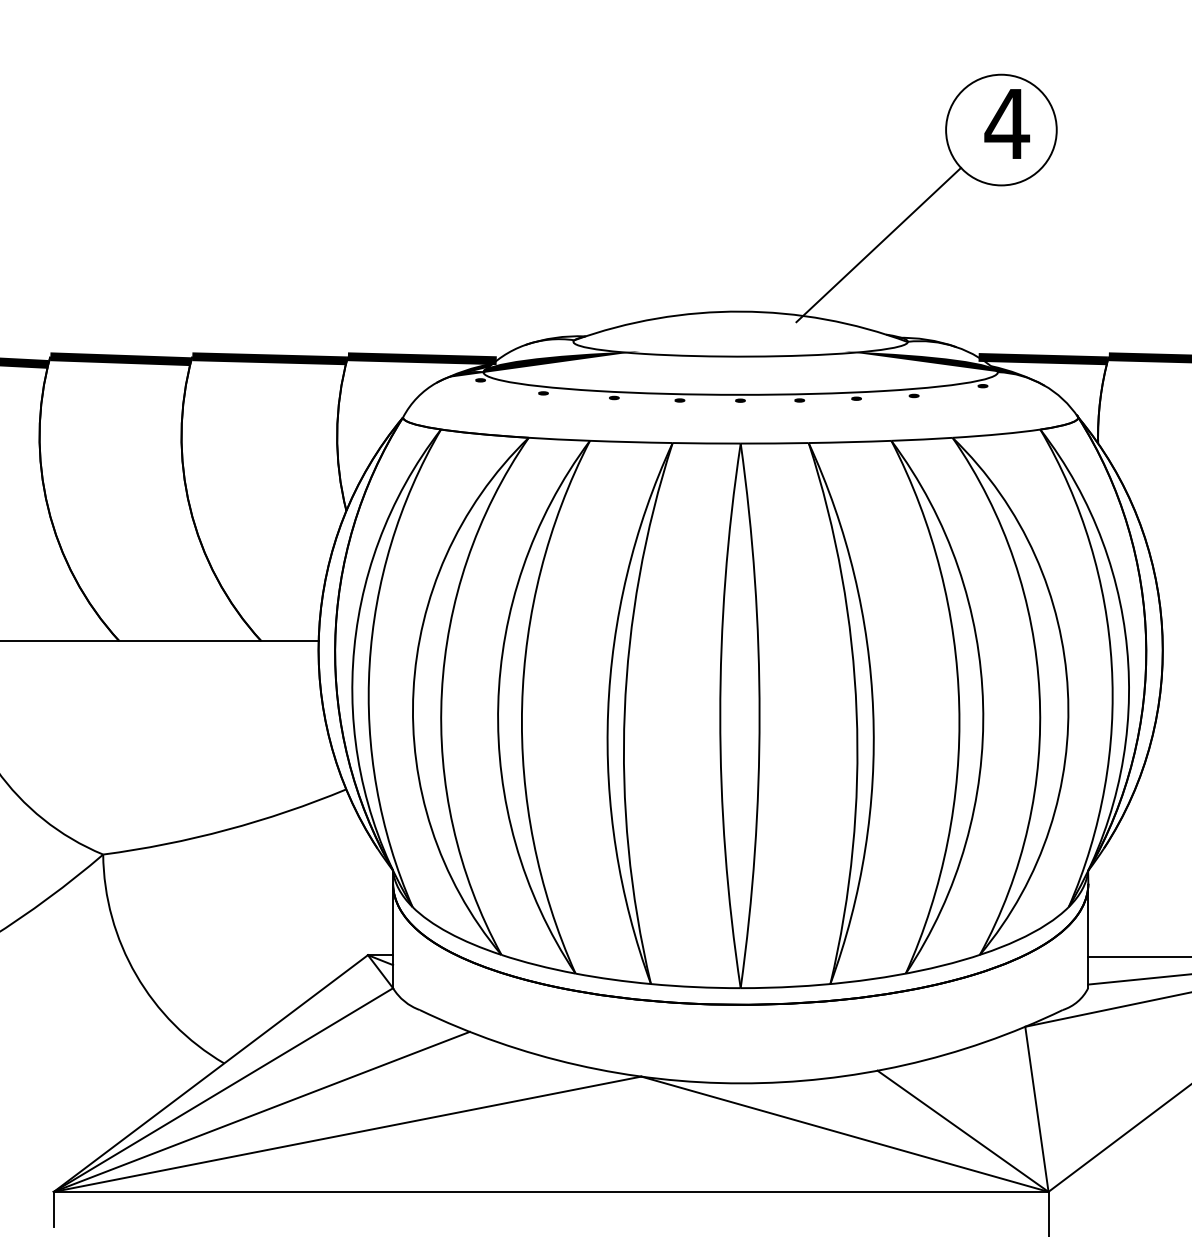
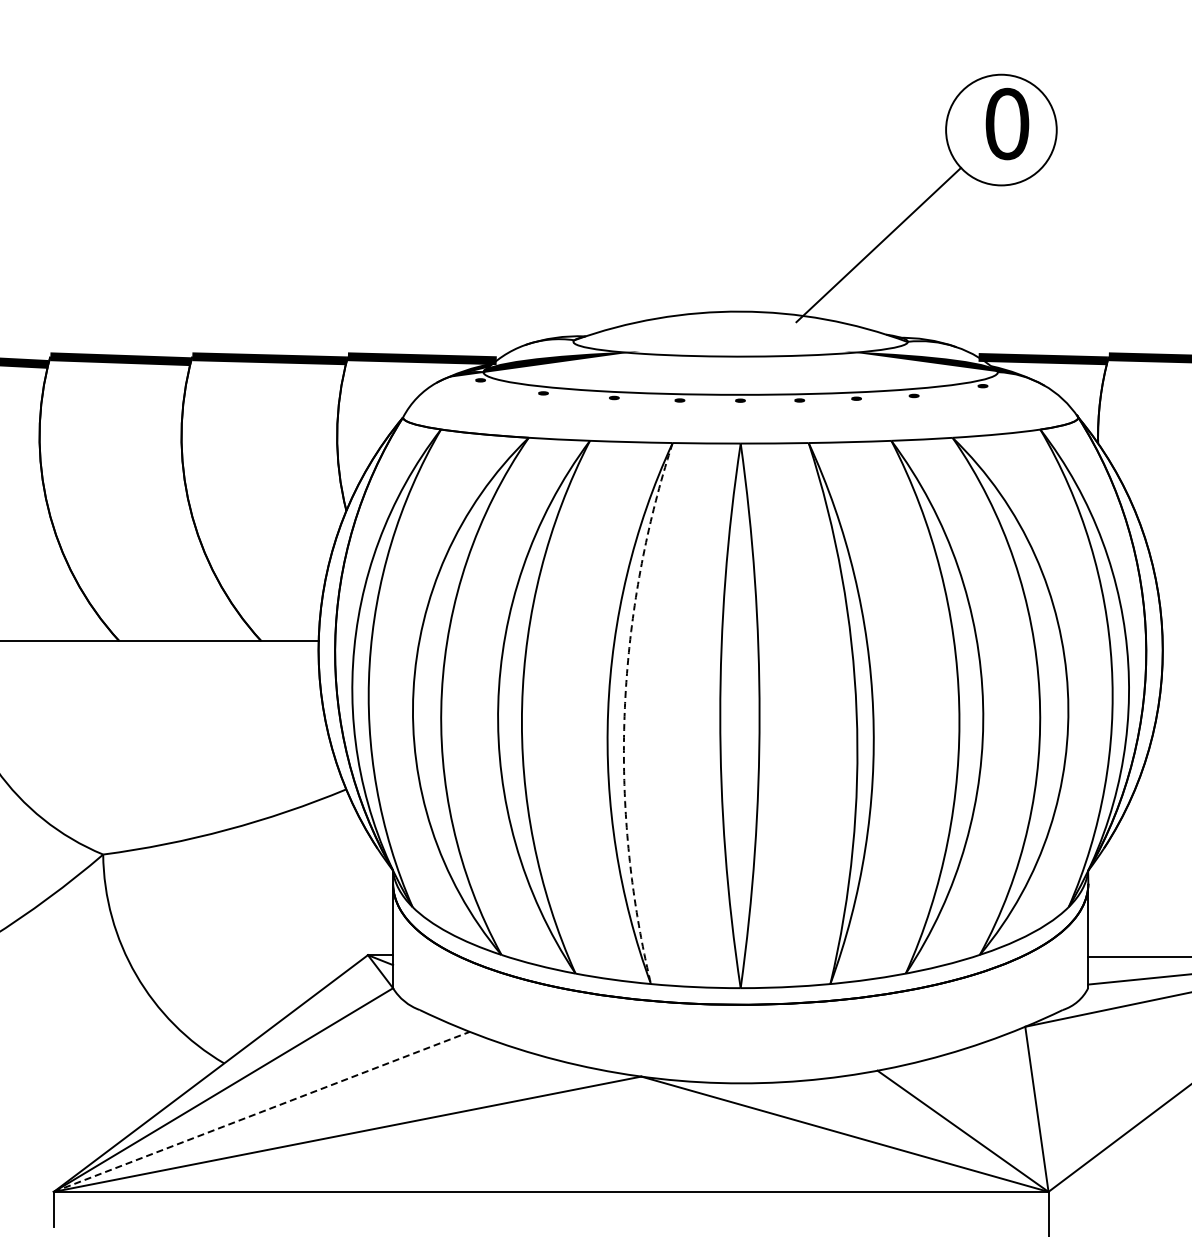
text at (1007, 123): 4 -> 0
arc at (624, 712): solid -> dashed
line at (261, 1111): solid -> dashed
